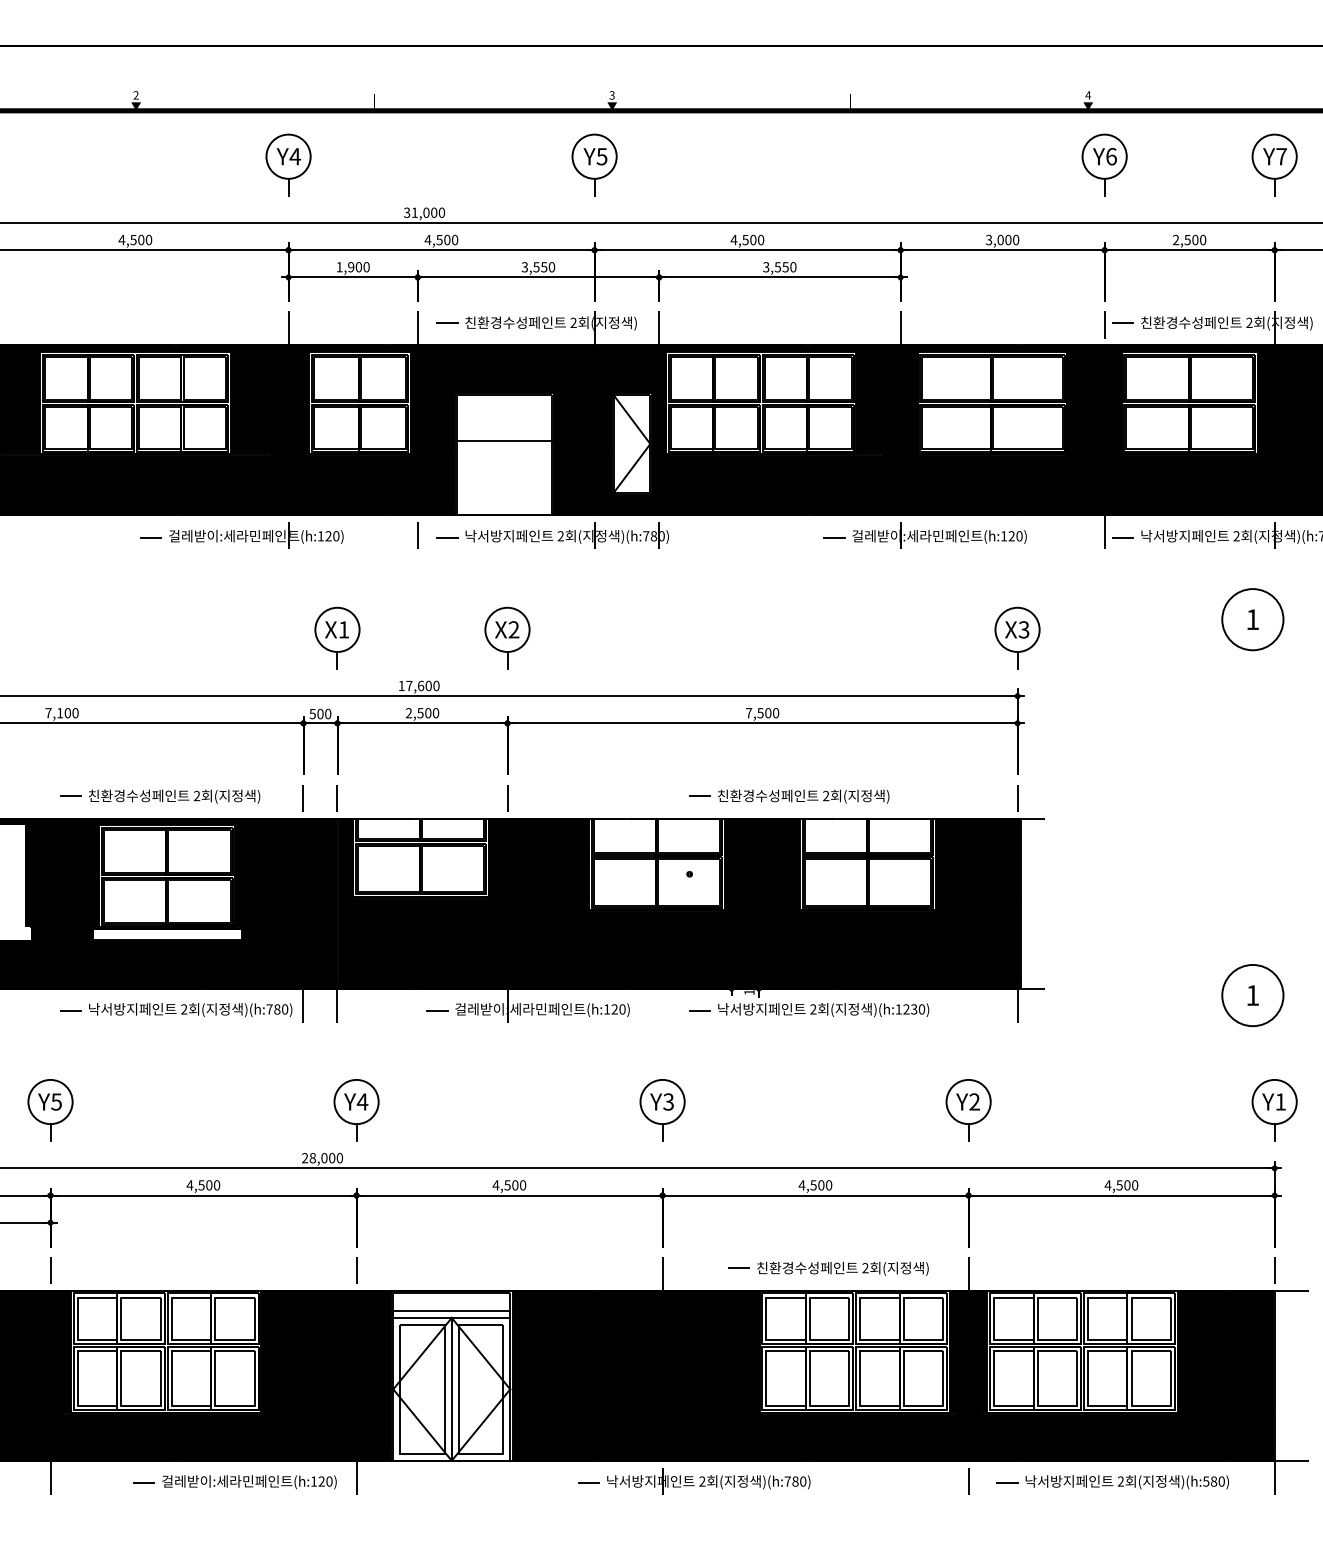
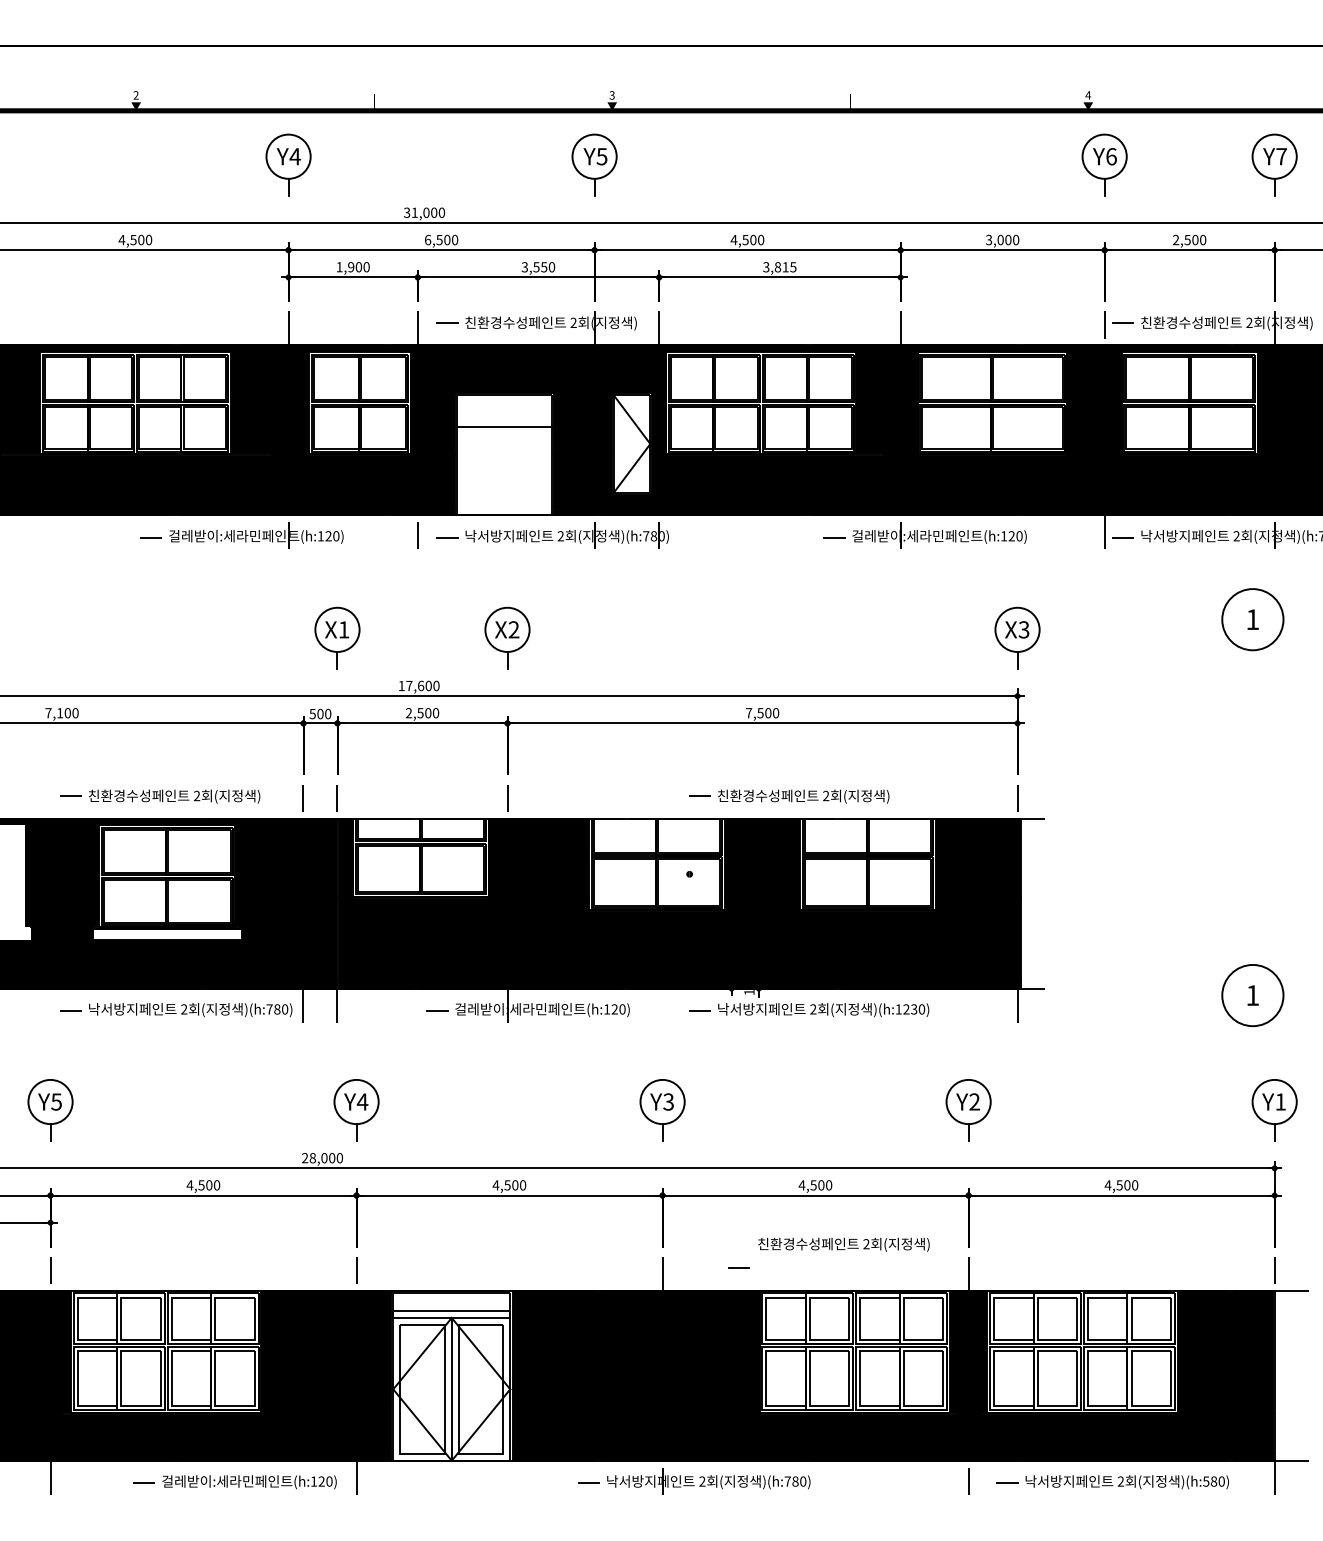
text at (427, 239): 4,500 -> 6,500
text at (785, 267): 3,550 -> 3,815
line at (504, 440) position: (504, 440) -> (504, 426)
text at (842, 1268) position: (842, 1268) -> (843, 1244)
